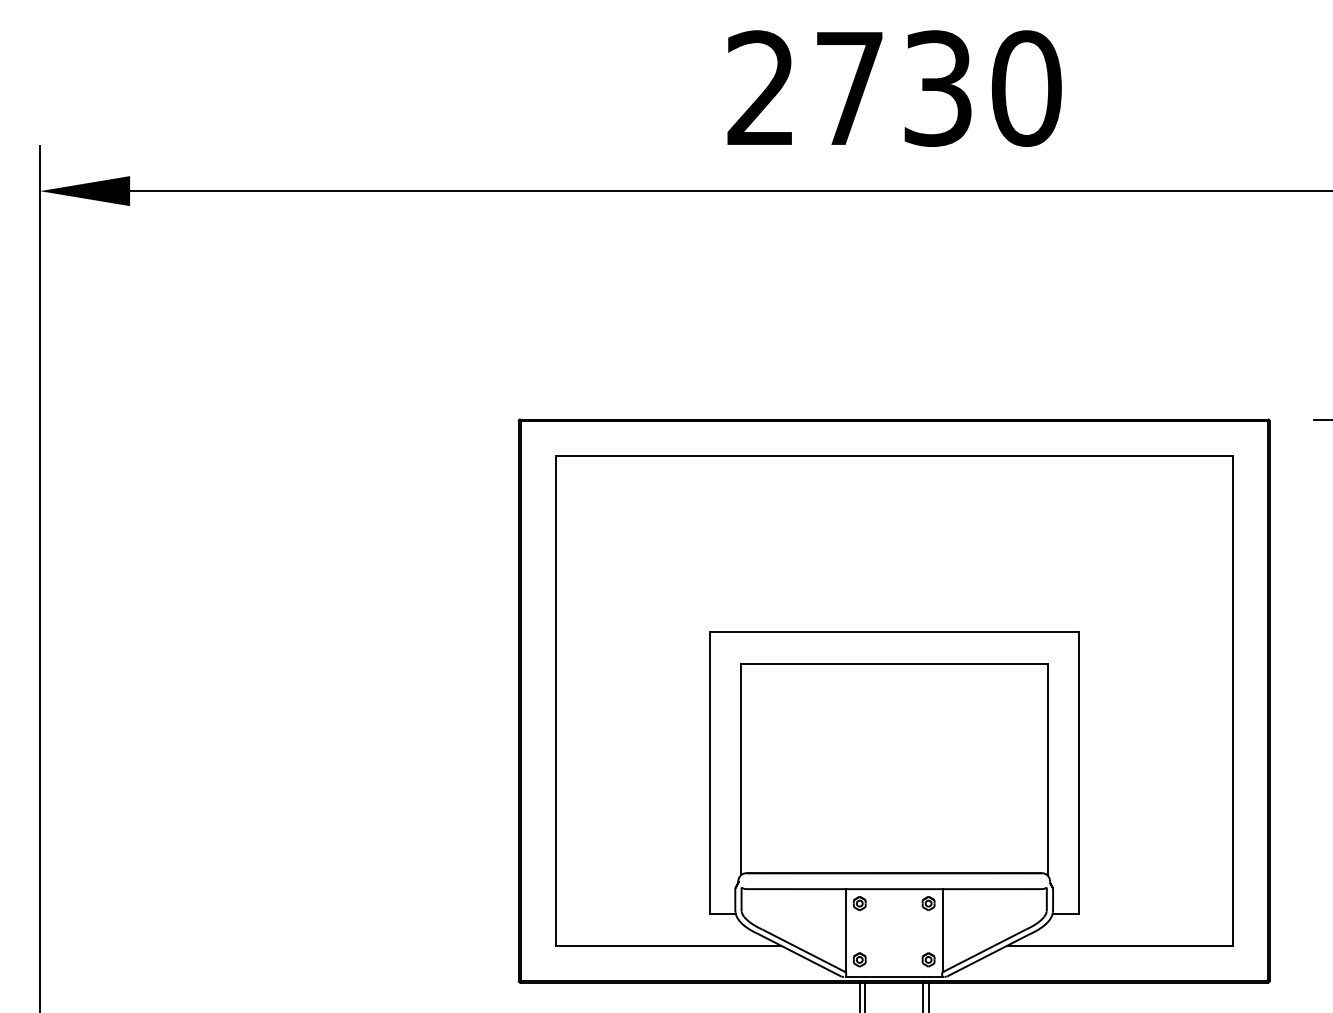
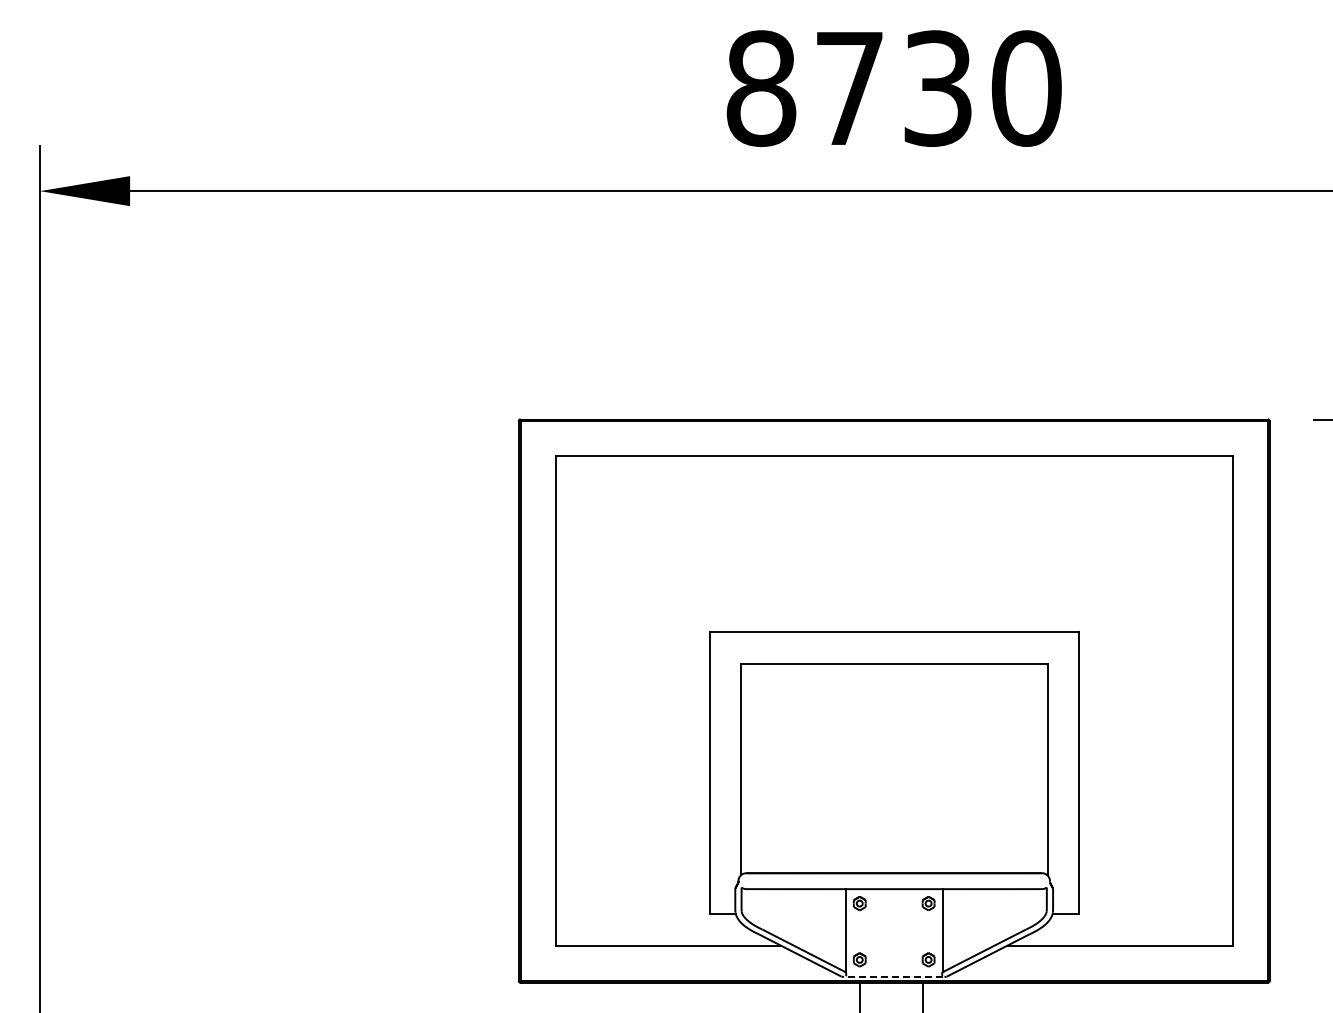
text at (761, 88): 2730 -> 8730
line at (894, 976): solid -> dashed
line at (865, 995): present -> none
line at (928, 995): present -> none
